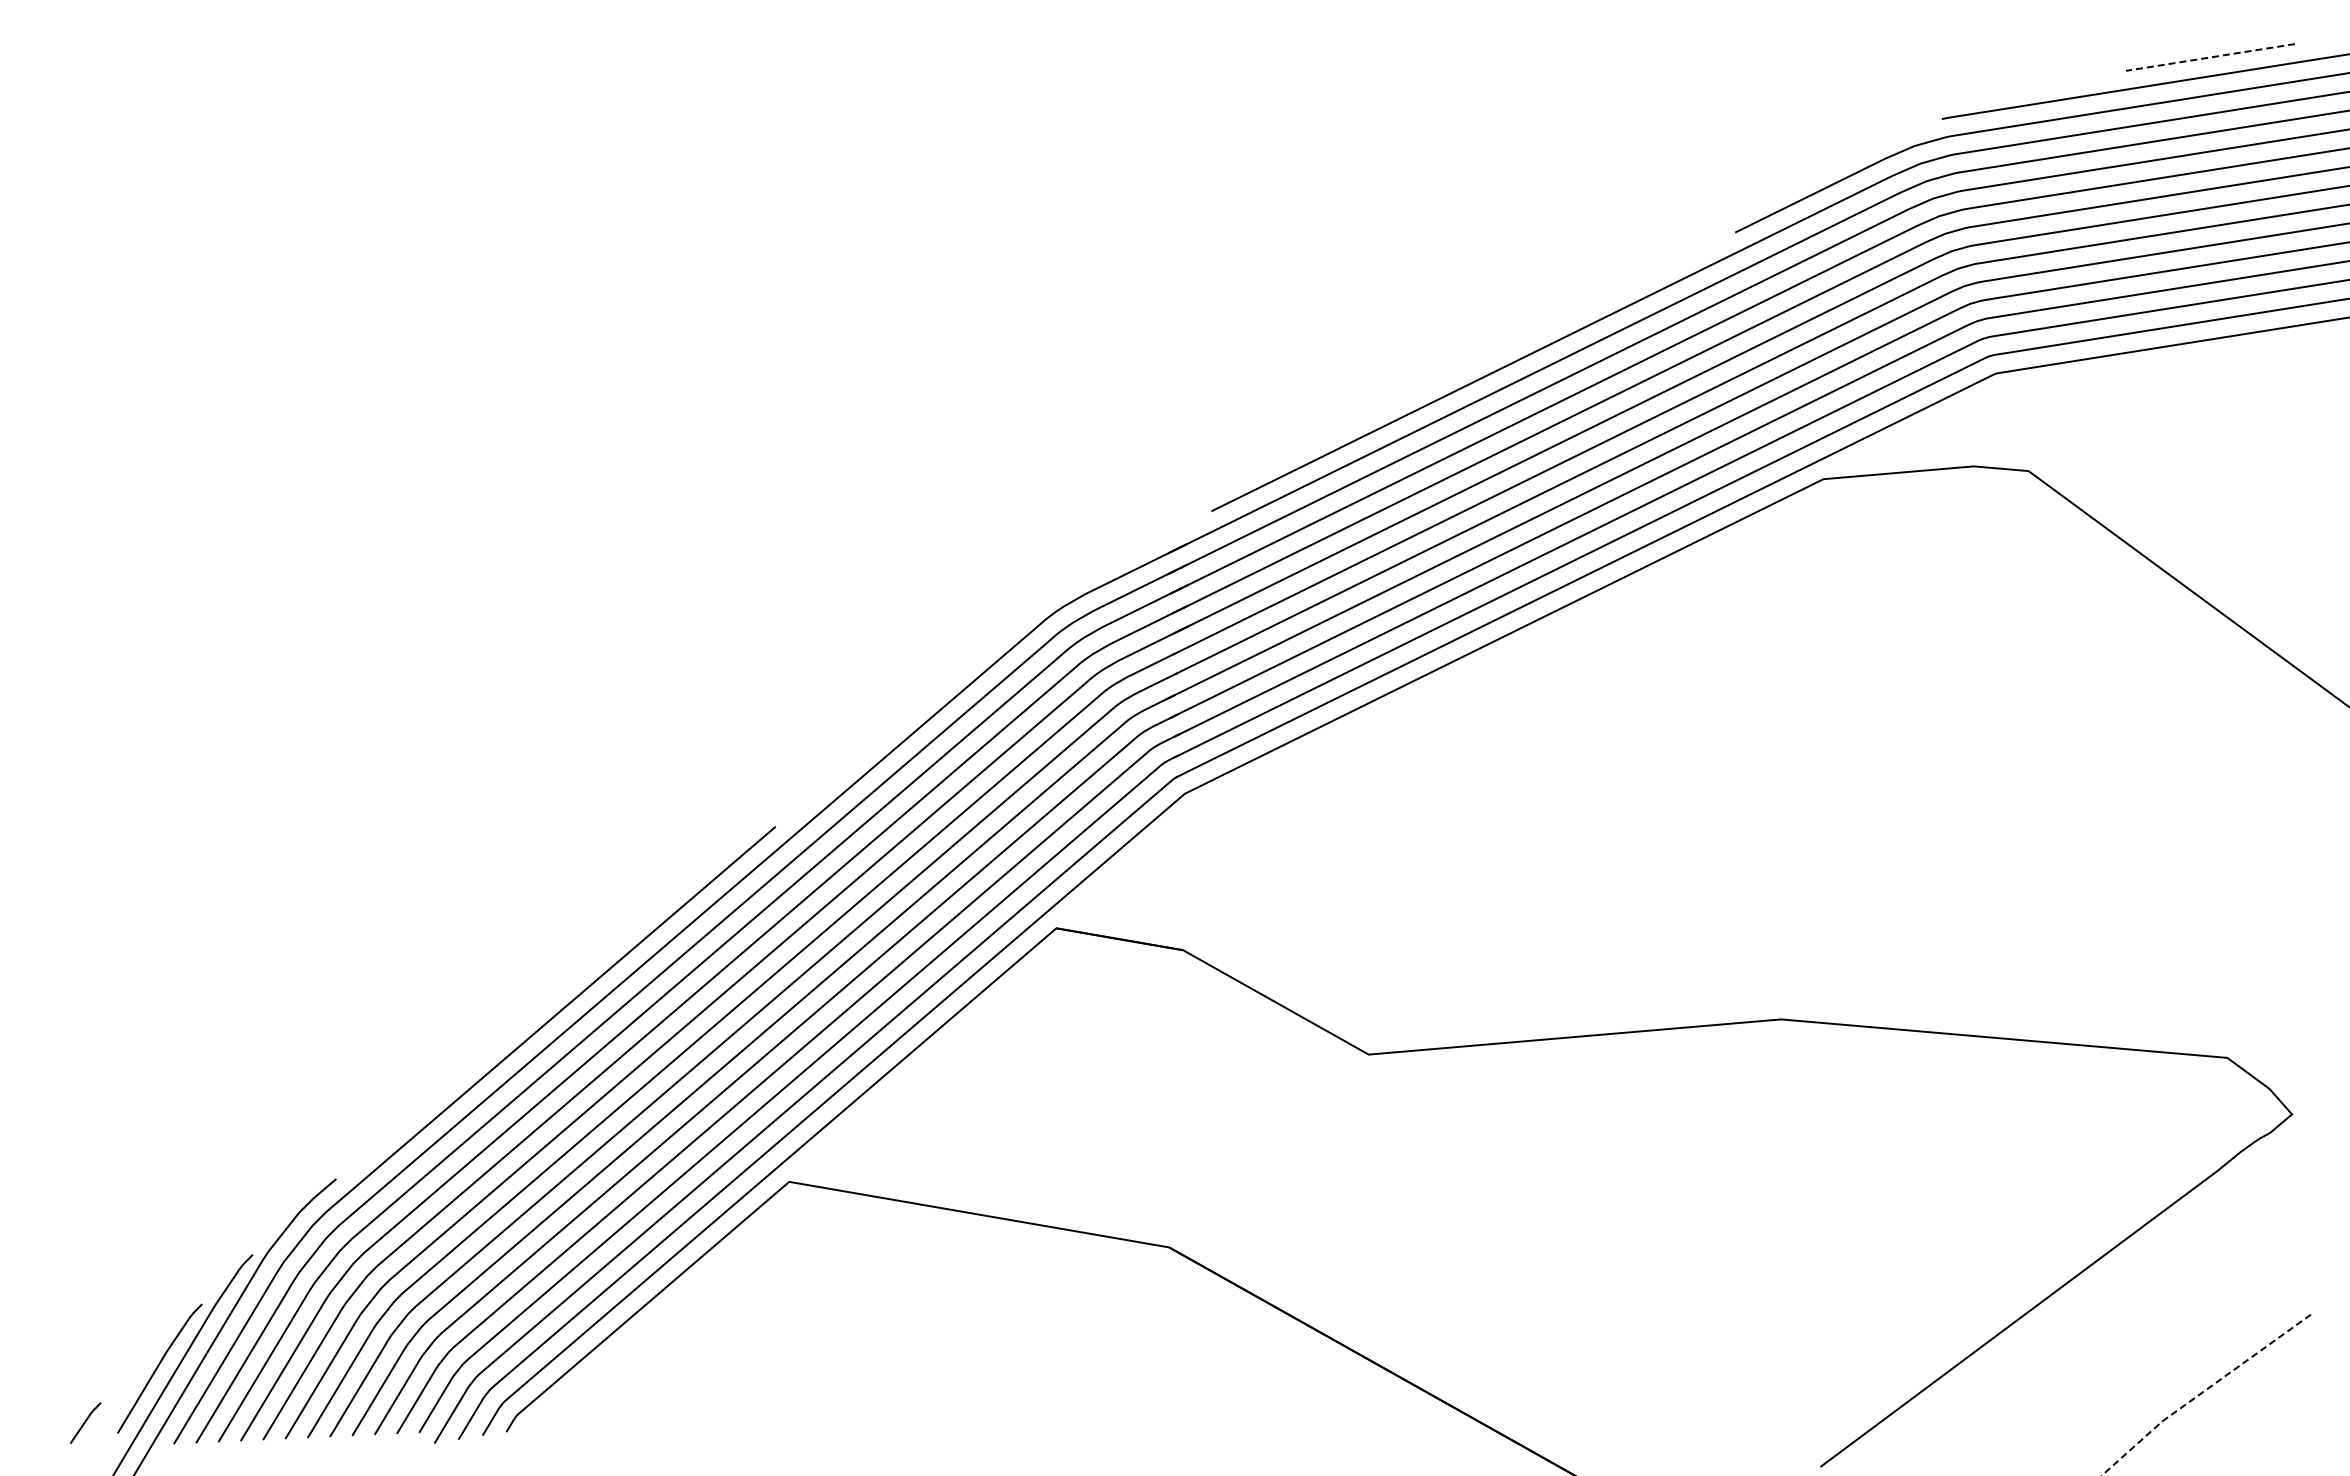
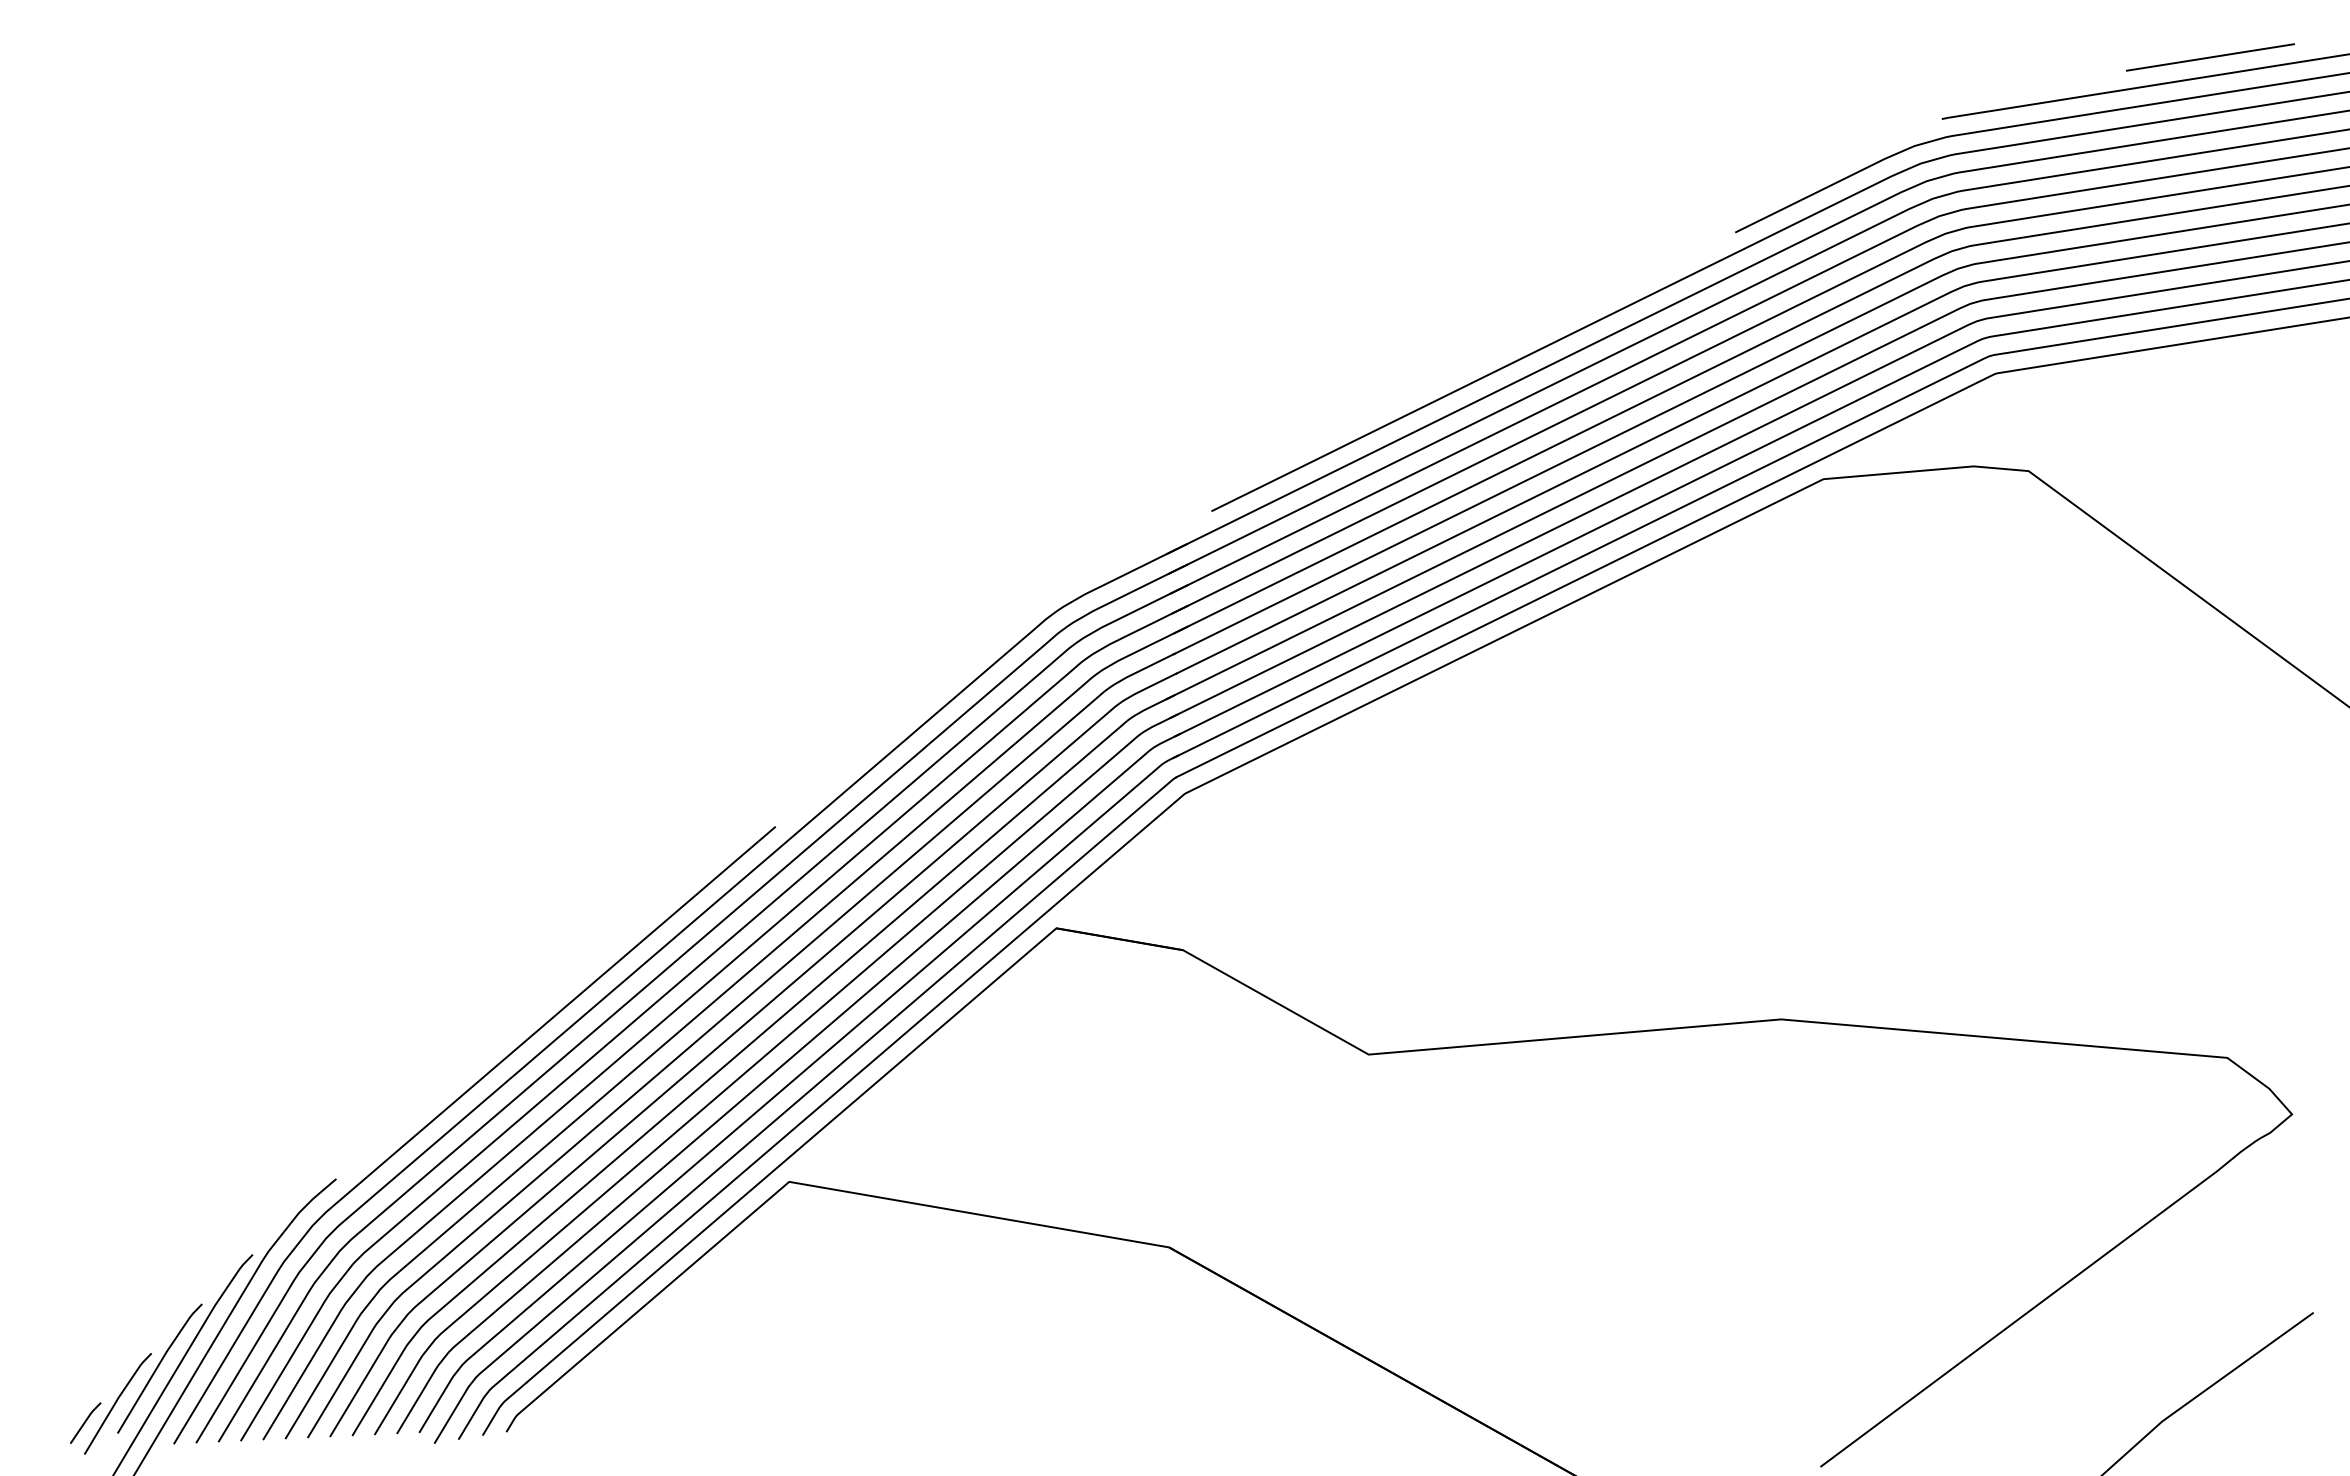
line at (2210, 57): dashed -> solid
line at (2204, 1391): dashed -> solid
curve at (116, 1403): none -> present
